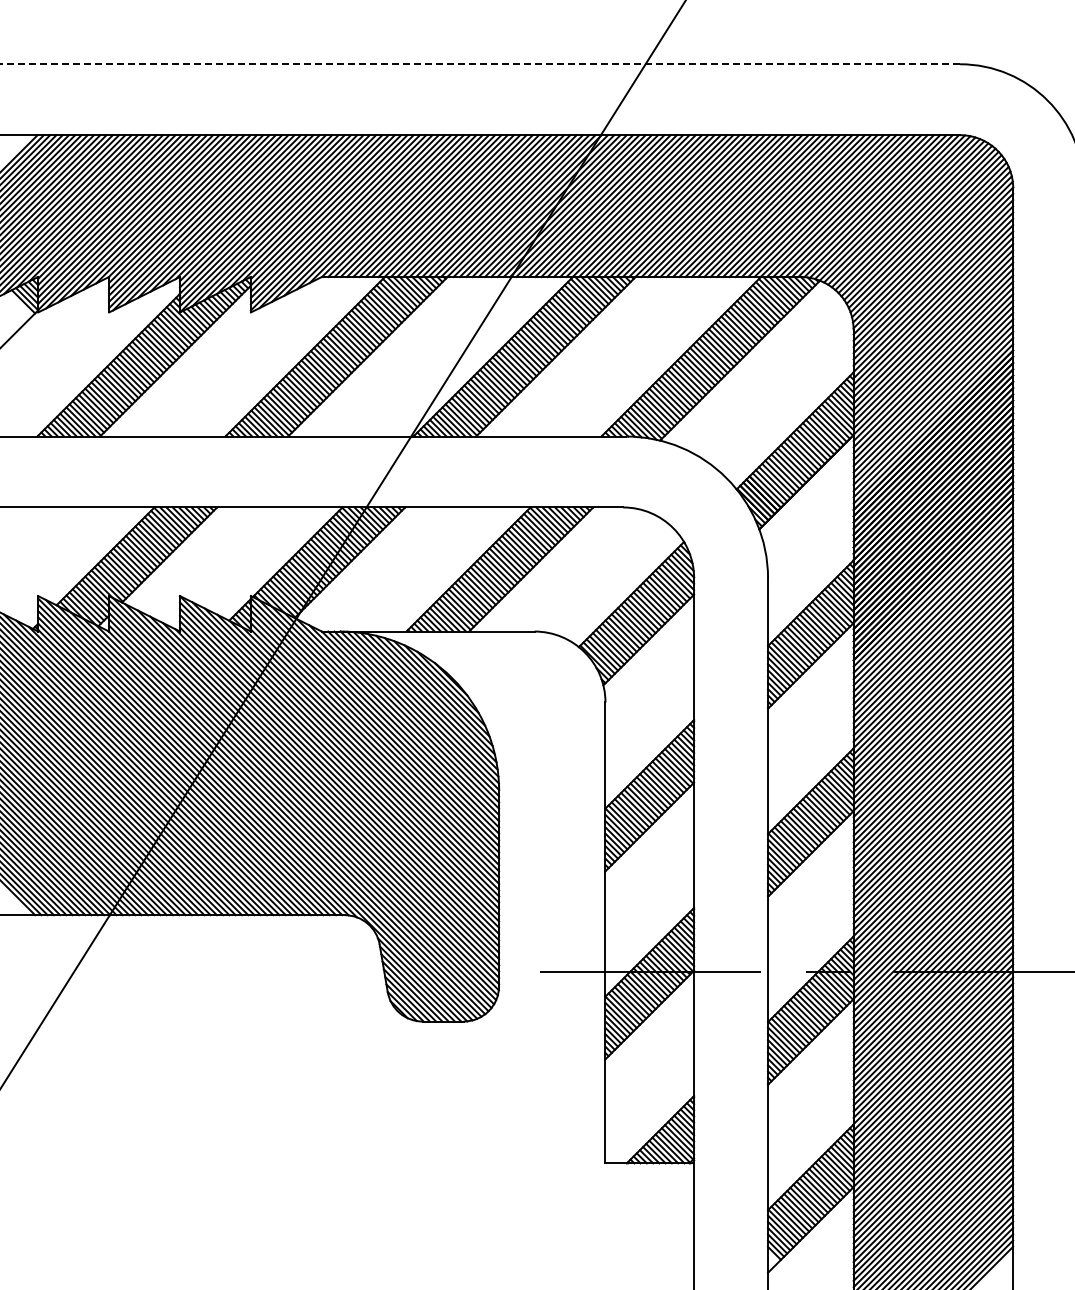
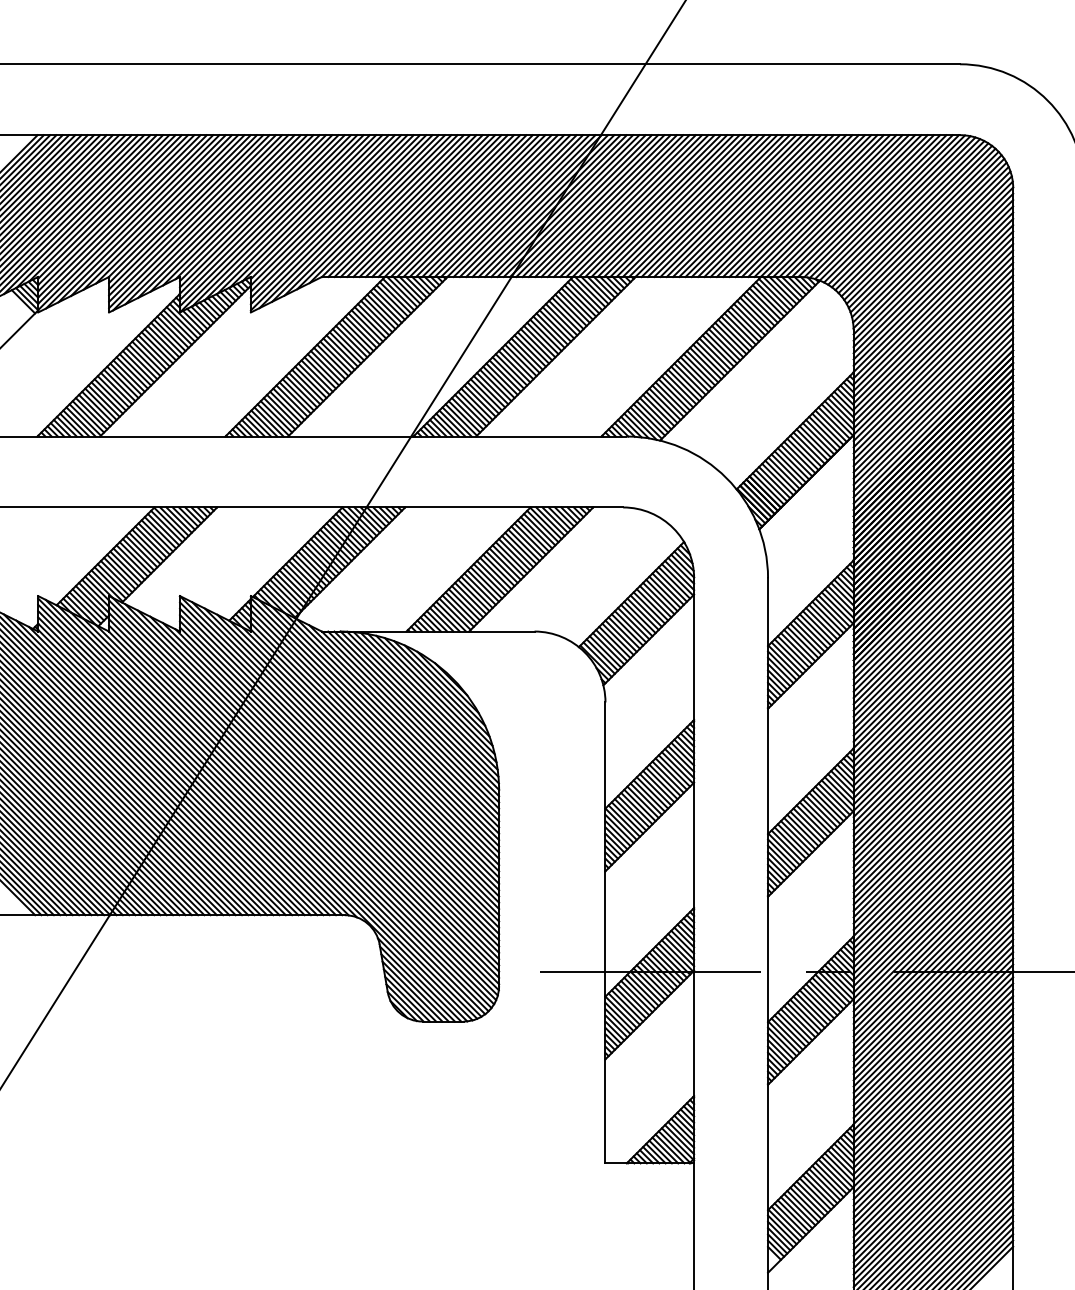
line at (479, 64): dashed -> solid
